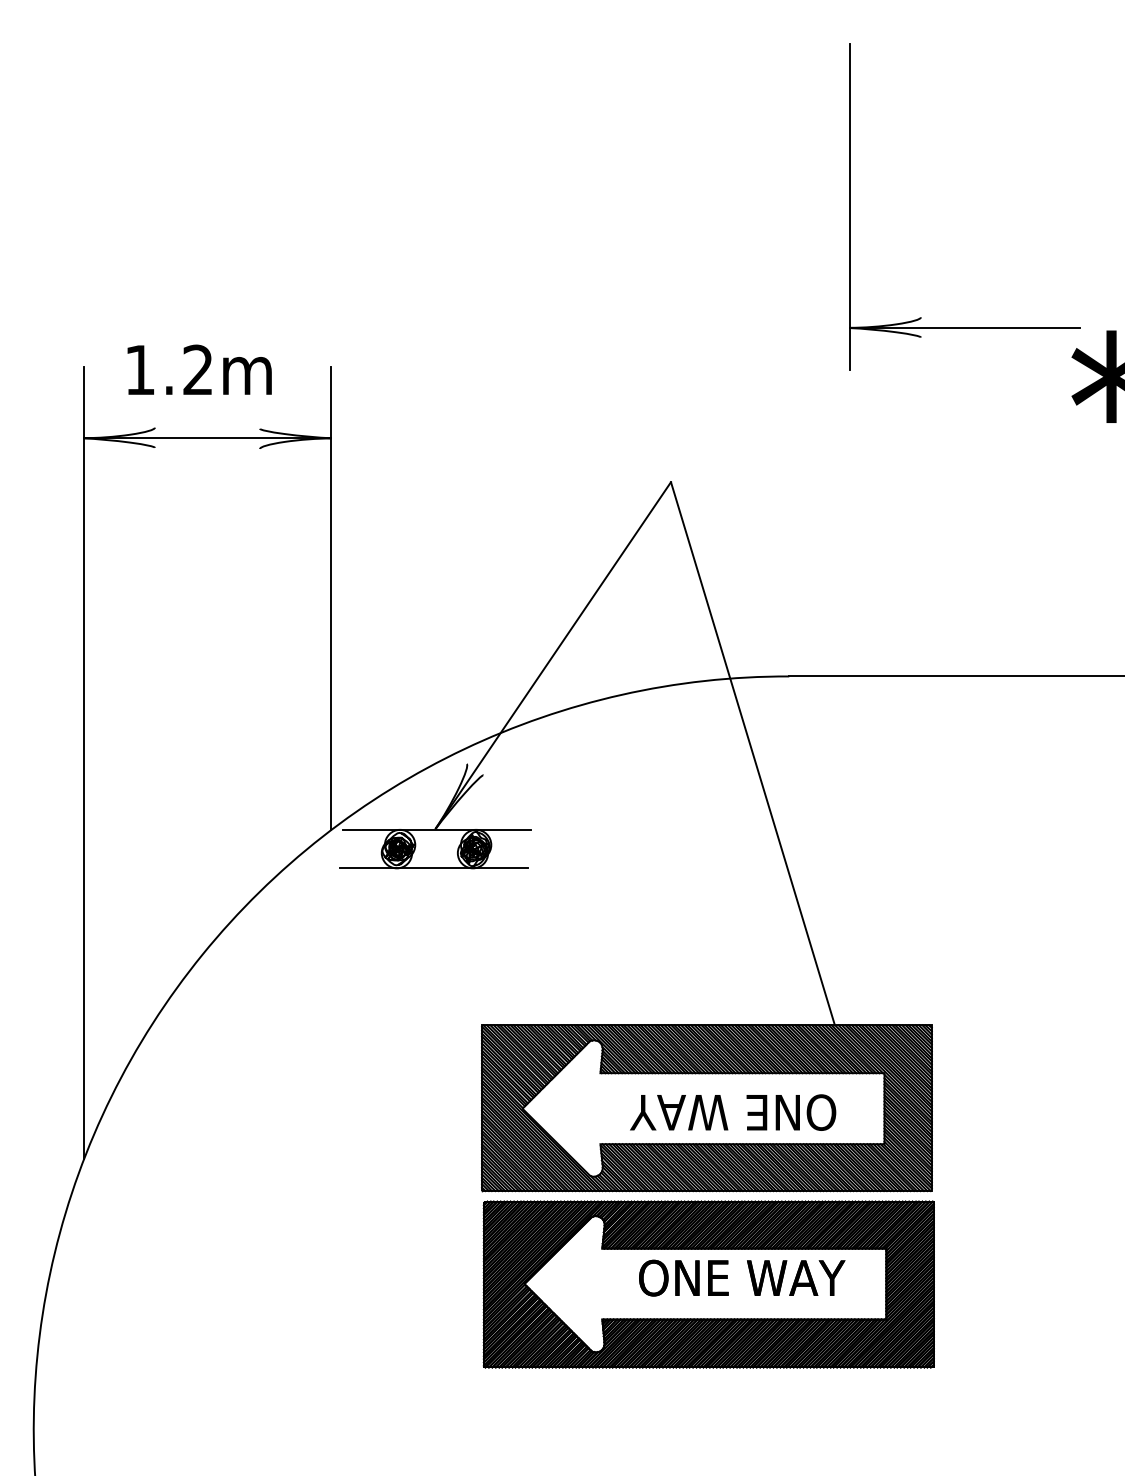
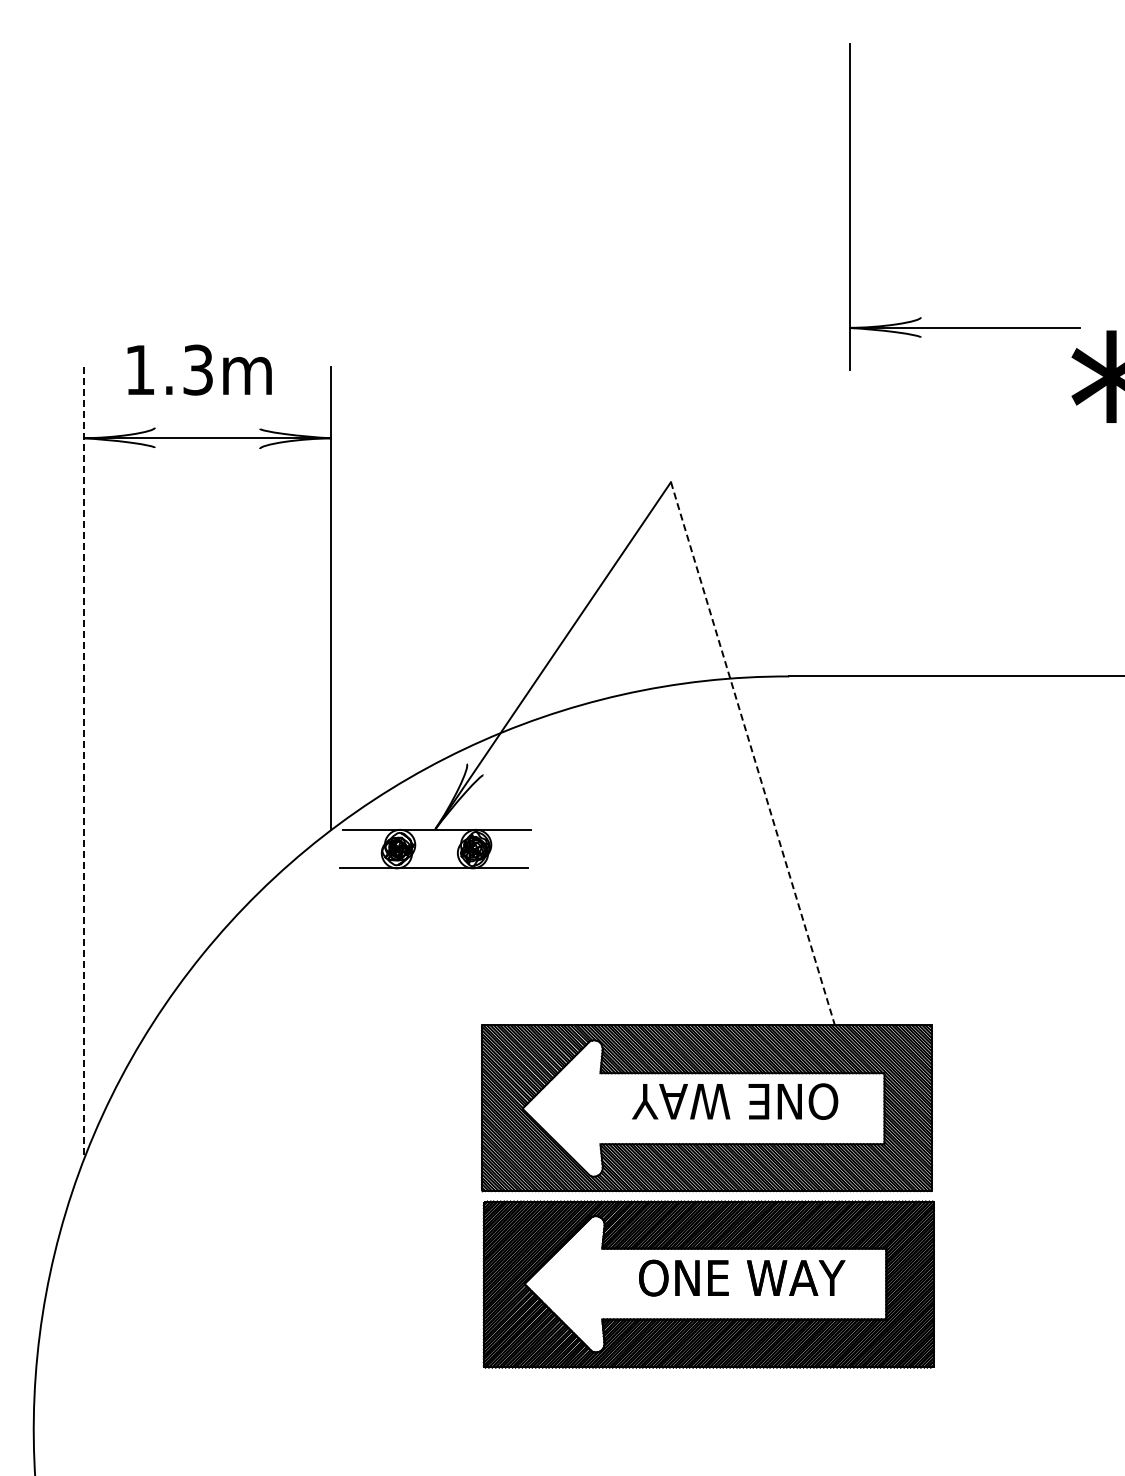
text at (197, 369): 1.2m -> 1.3m
line at (752, 753): solid -> dashed
line at (83, 763): solid -> dashed
text at (733, 1112) position: (733, 1112) -> (735, 1101)
